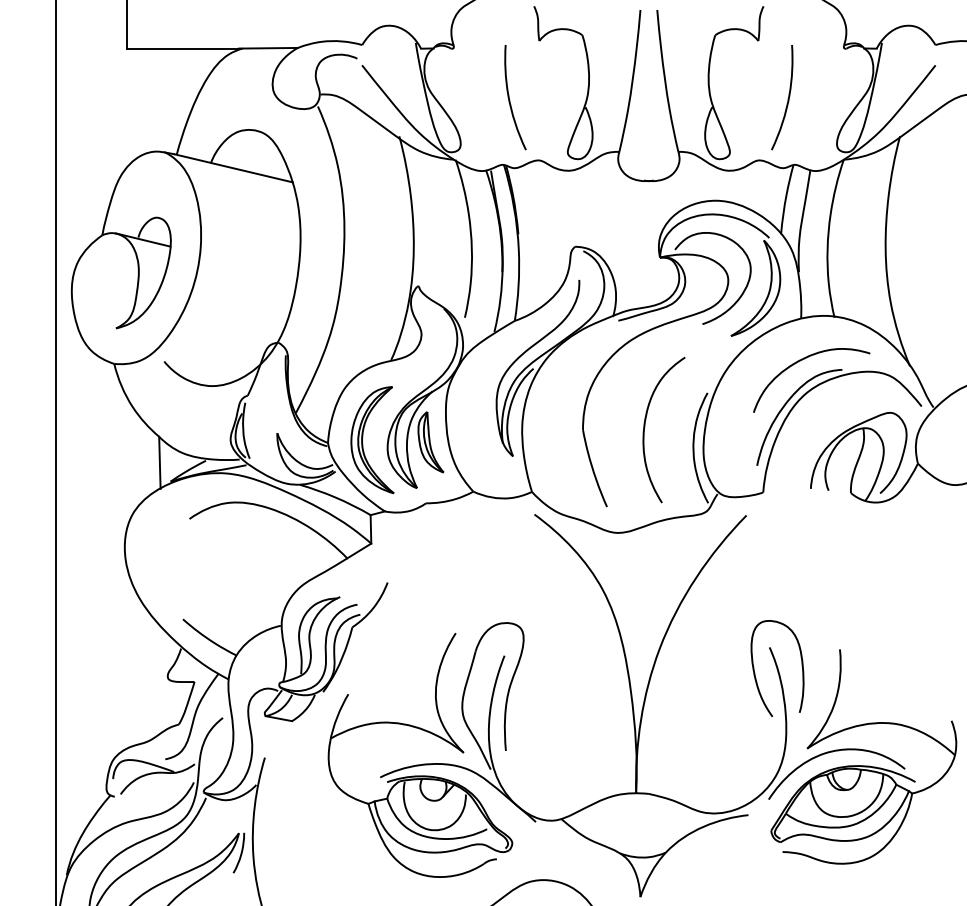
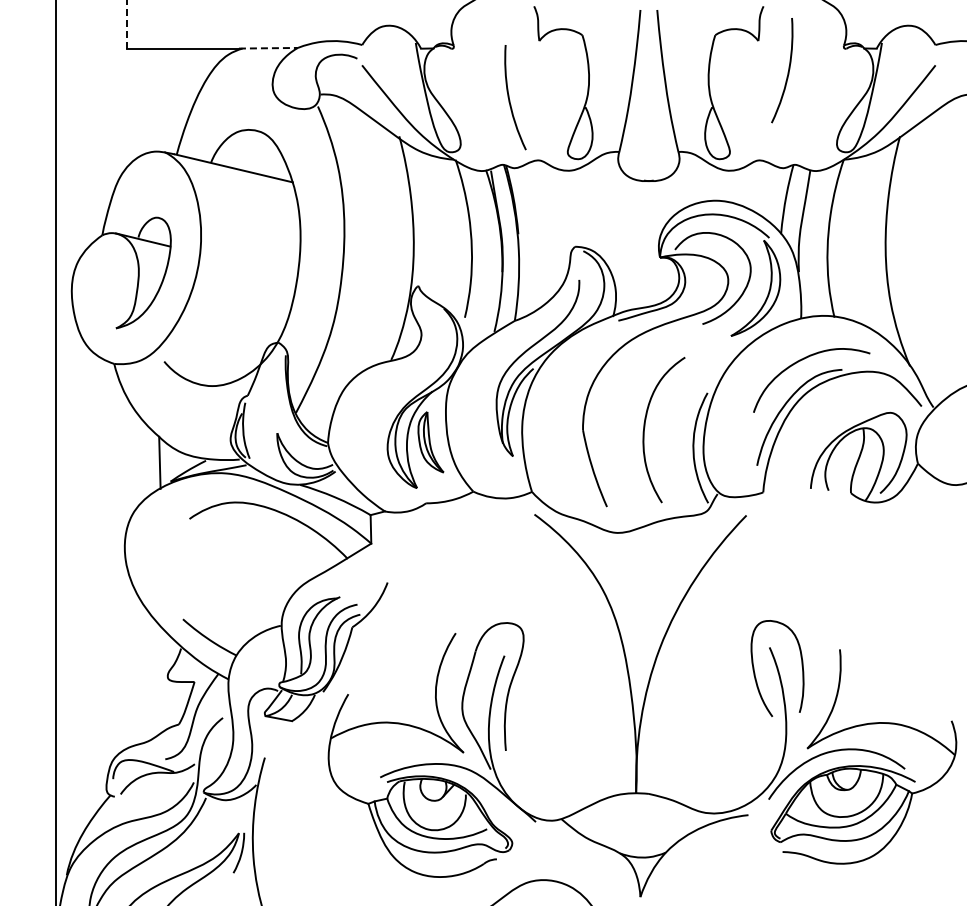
line at (127, 24): solid -> dashed
line at (268, 48): solid -> dashed
curve at (787, 98) position: (787, 98) -> (787, 71)
part at (363, 437): present -> none
